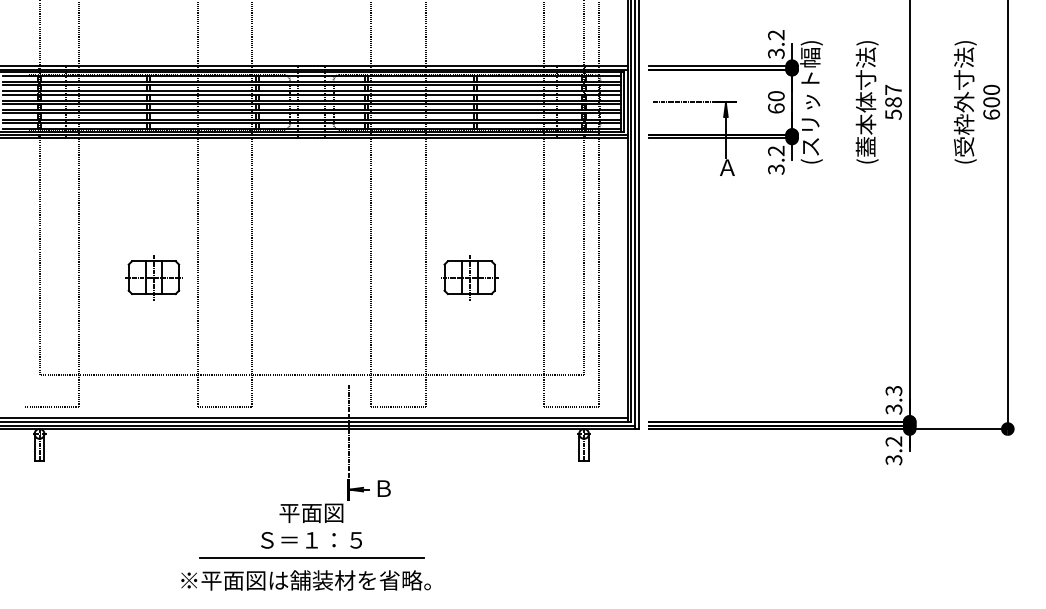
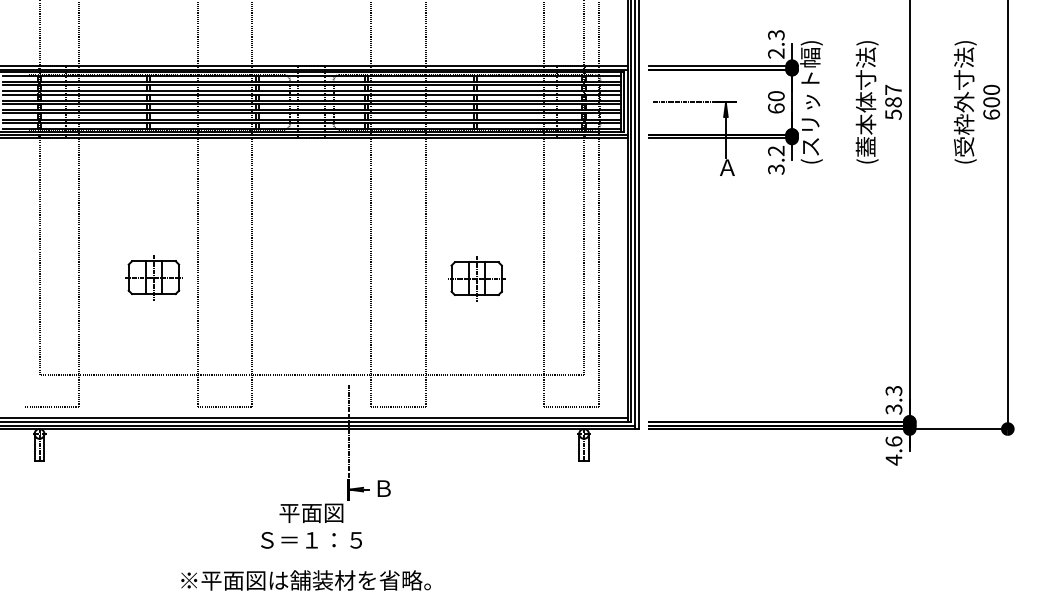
text at (776, 44): 3.2 -> 2.3
part at (469, 277) position: (469, 277) -> (476, 278)
text at (893, 450): 3.2 -> 4.6
line at (311, 558): present -> none
